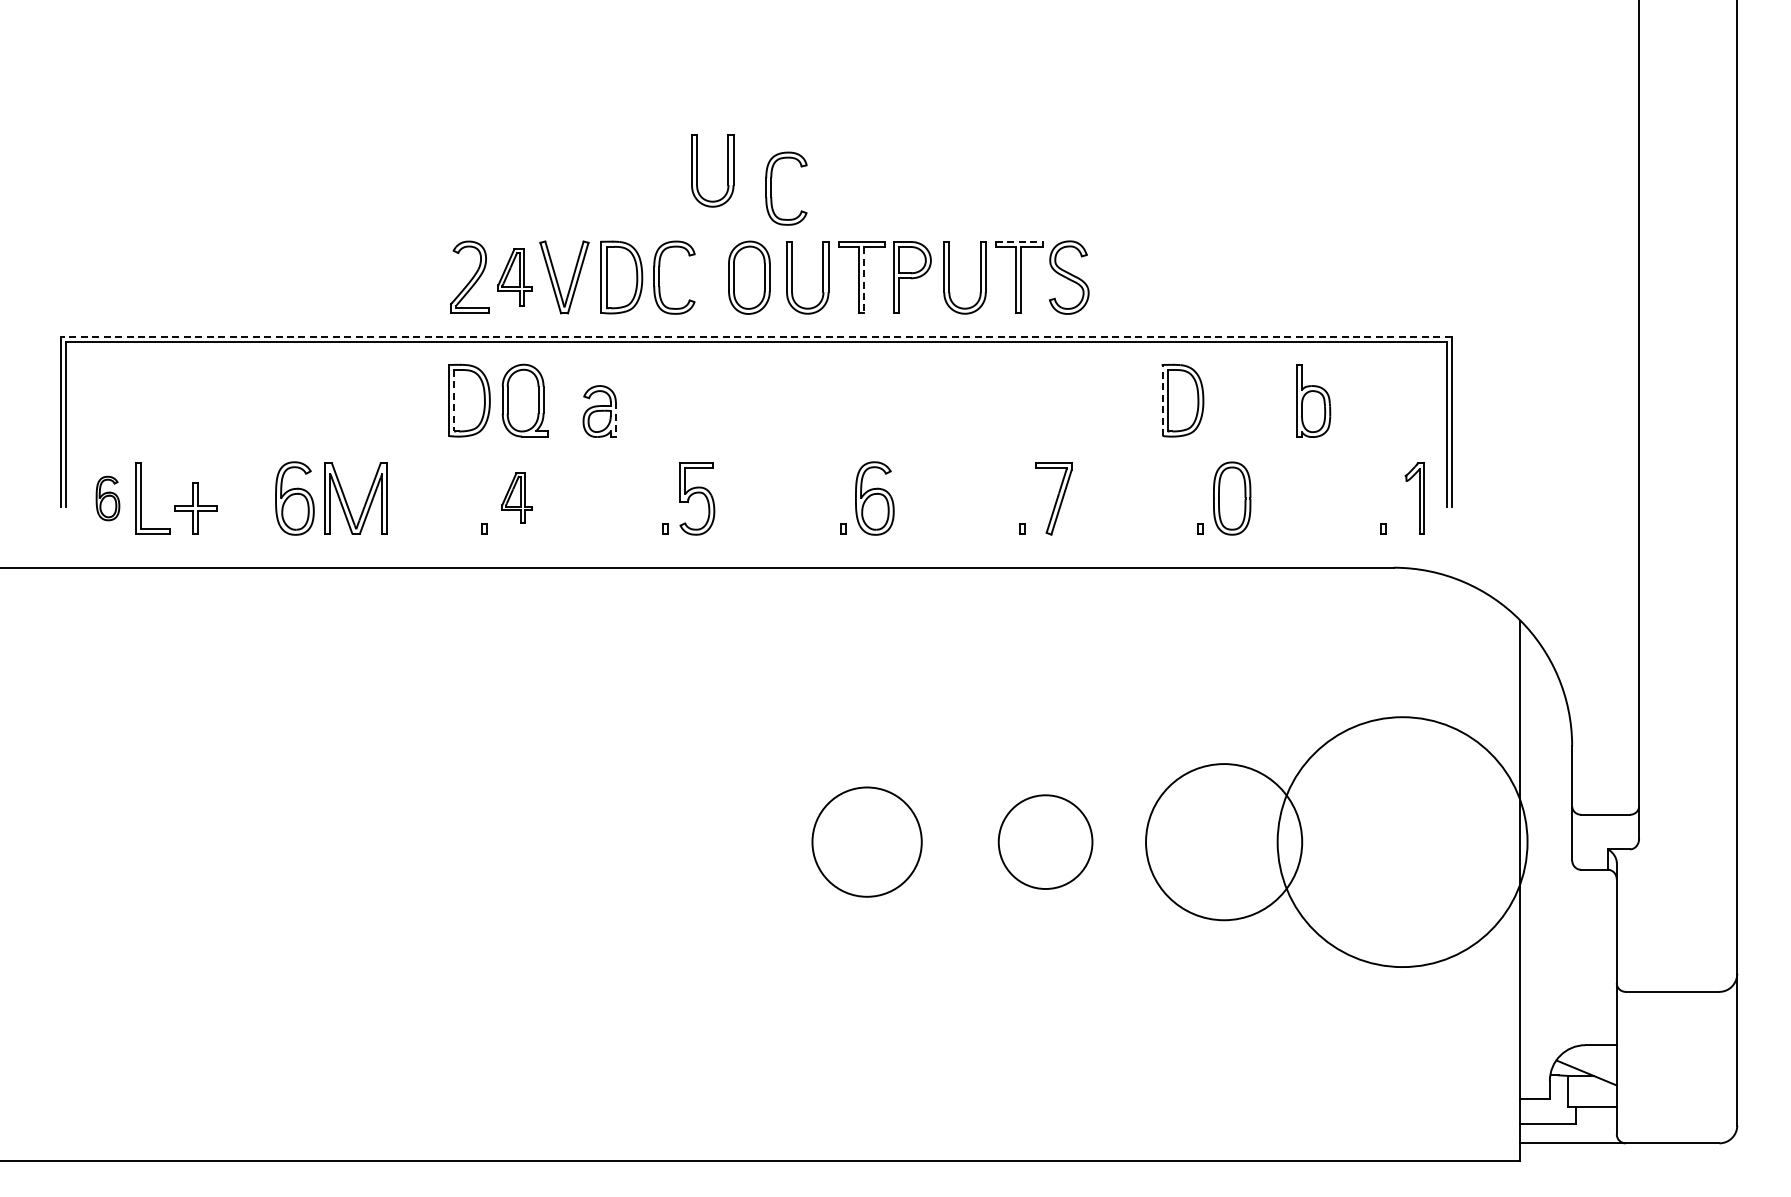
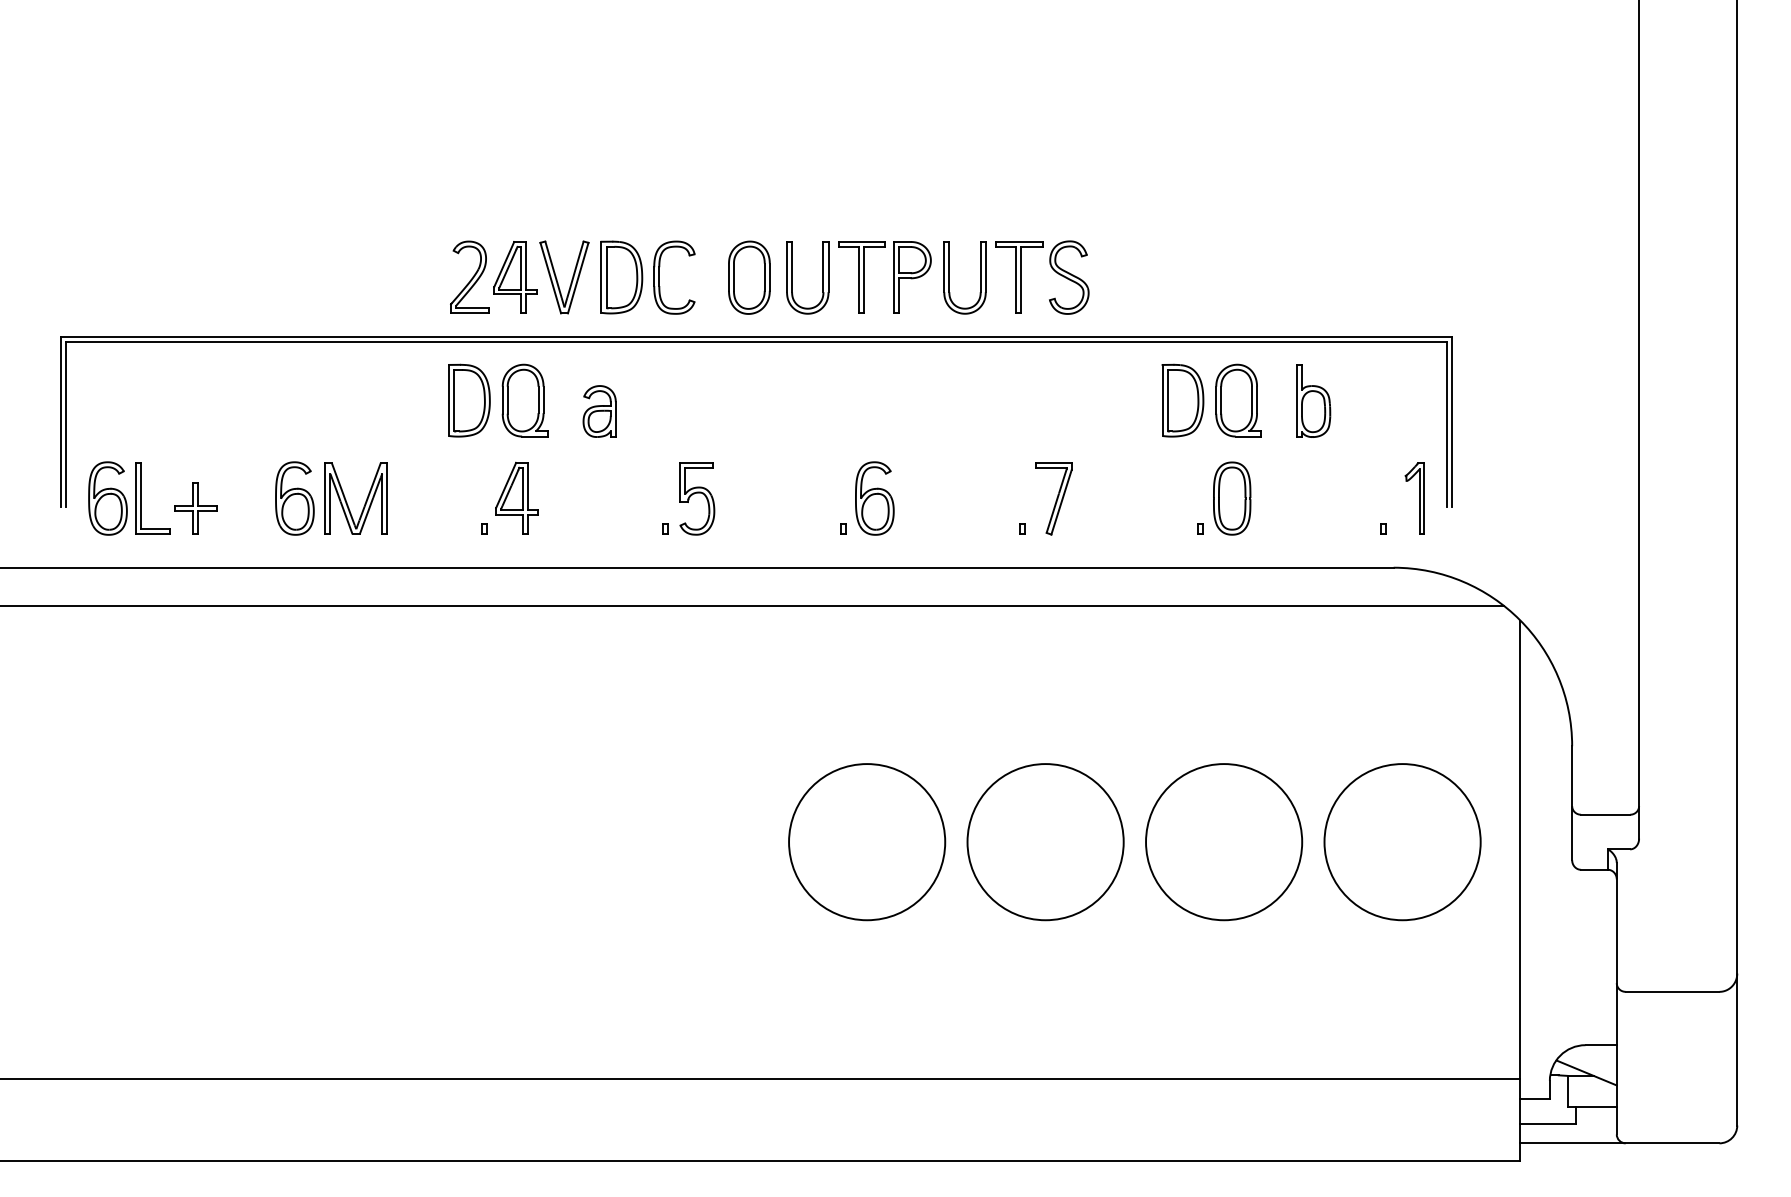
part at (697, 170): present -> none
part at (771, 188): present -> none
line at (1019, 242): dashed -> solid
part at (514, 277) size: 36x59 px -> 45x73 px
line at (864, 280): dashed -> solid
line at (756, 337): dashed -> solid
line at (454, 400): dashed -> solid
line at (1162, 400): dashed -> solid
part at (1238, 400): none -> present
line at (615, 419): dashed -> solid
part at (516, 497) size: 32x52 px -> 44x74 px
part at (107, 498) size: 26x47 px -> 40x75 px
line at (752, 605): none -> present
circle at (866, 841) diameter: 109 px -> 156 px
circle at (1045, 842) diameter: 94 px -> 156 px
circle at (1402, 842) diameter: 250 px -> 156 px
line at (761, 1078): none -> present
